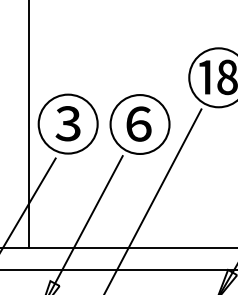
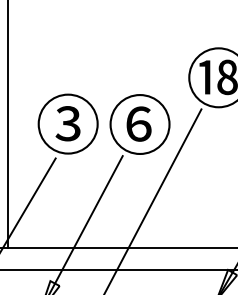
line at (29, 125) position: (29, 125) -> (8, 125)
